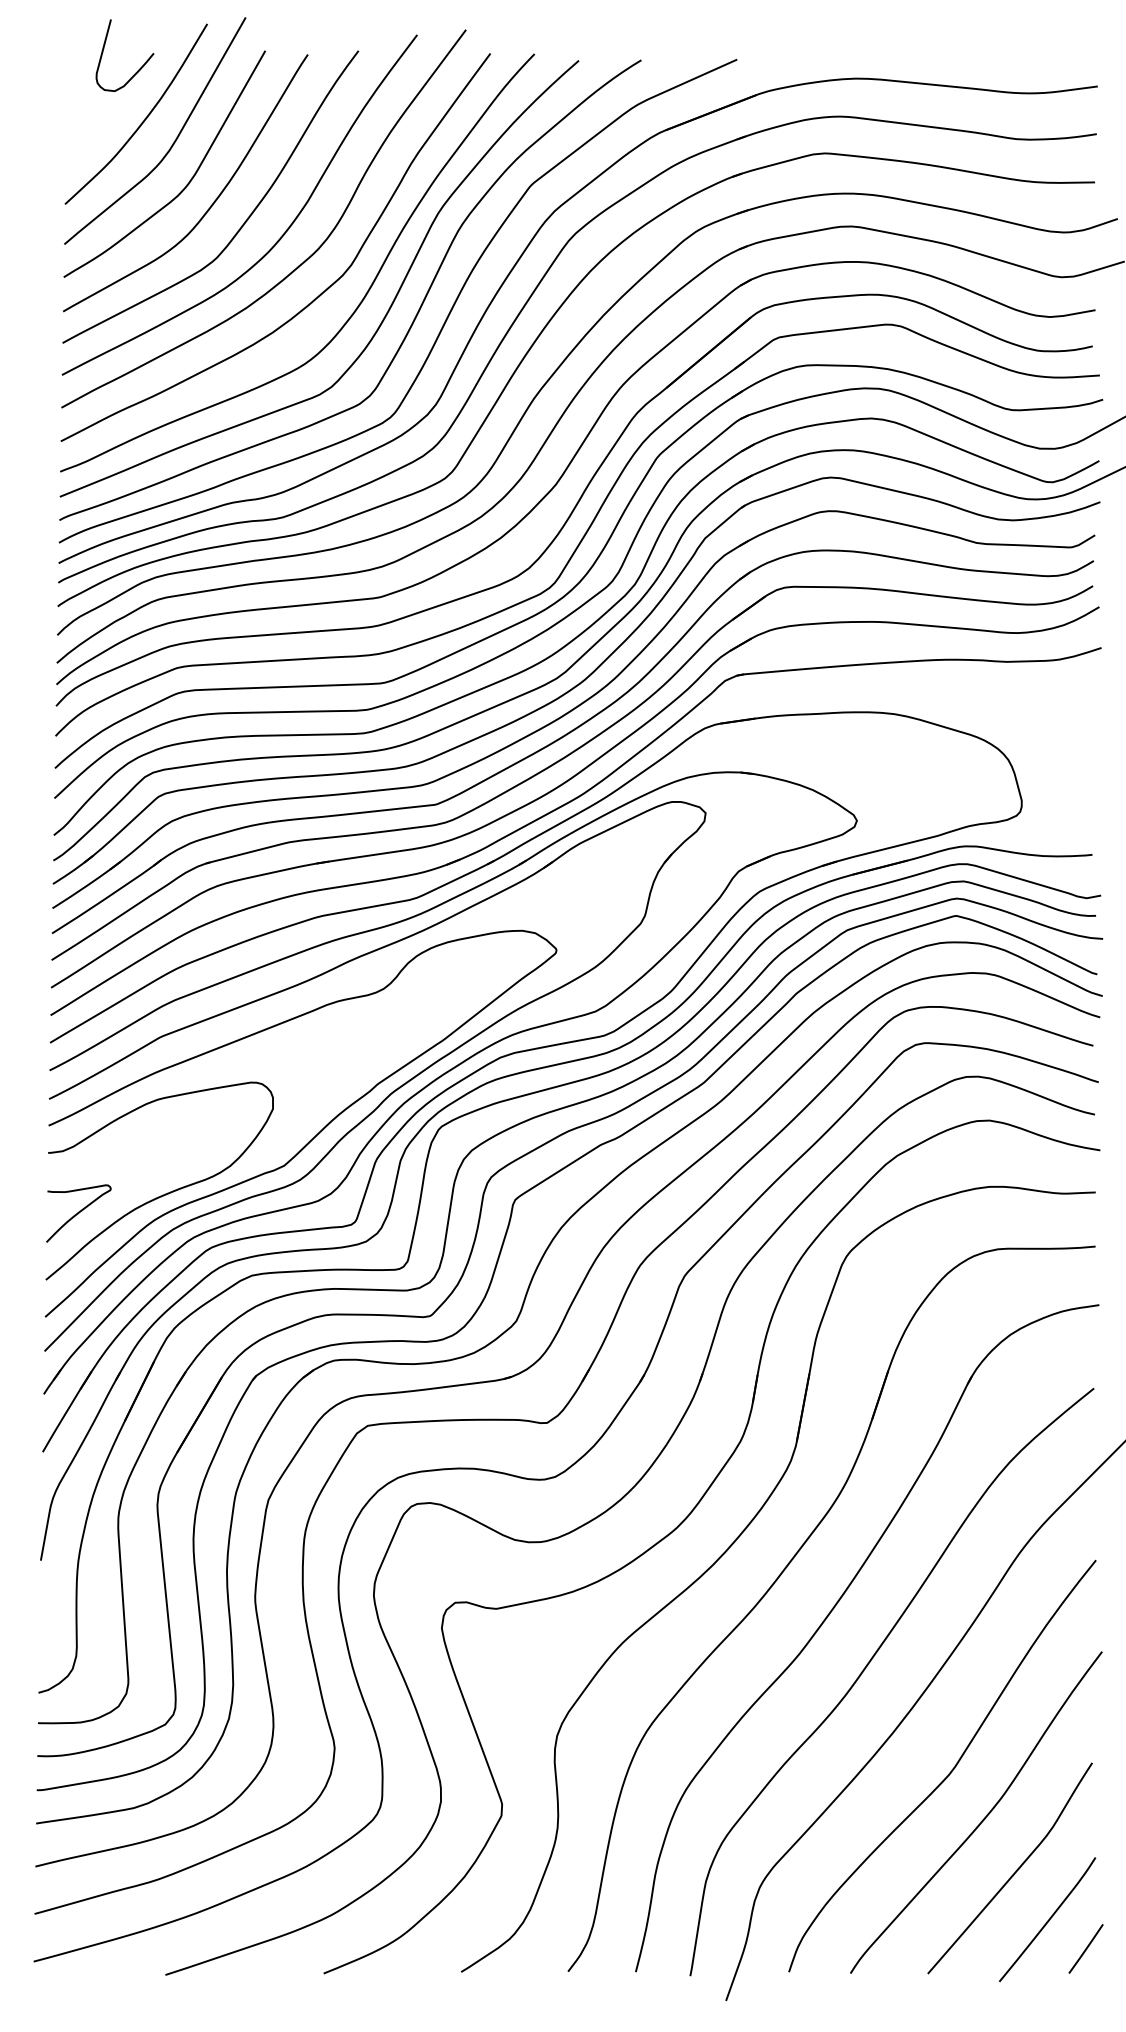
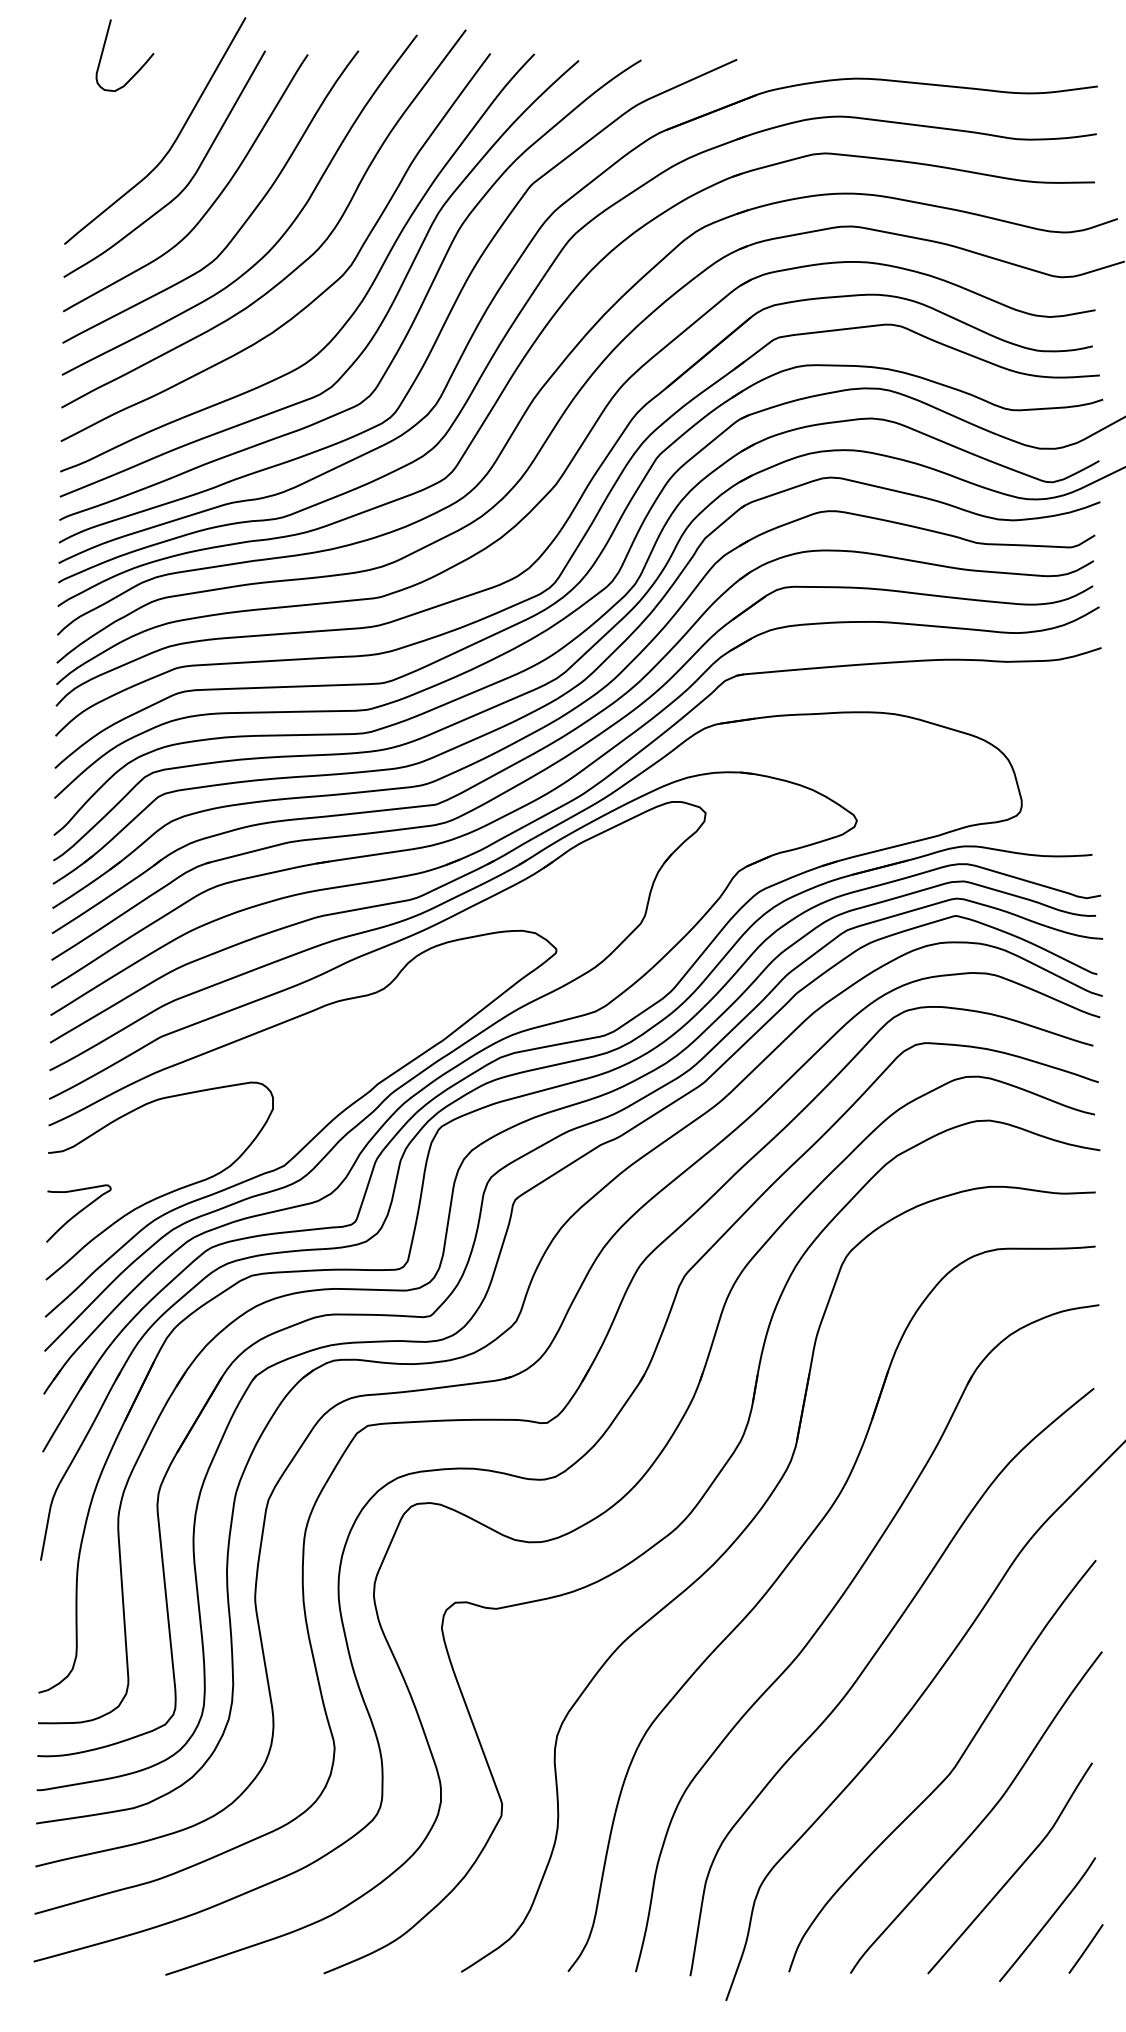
curve at (144, 118): present -> none
